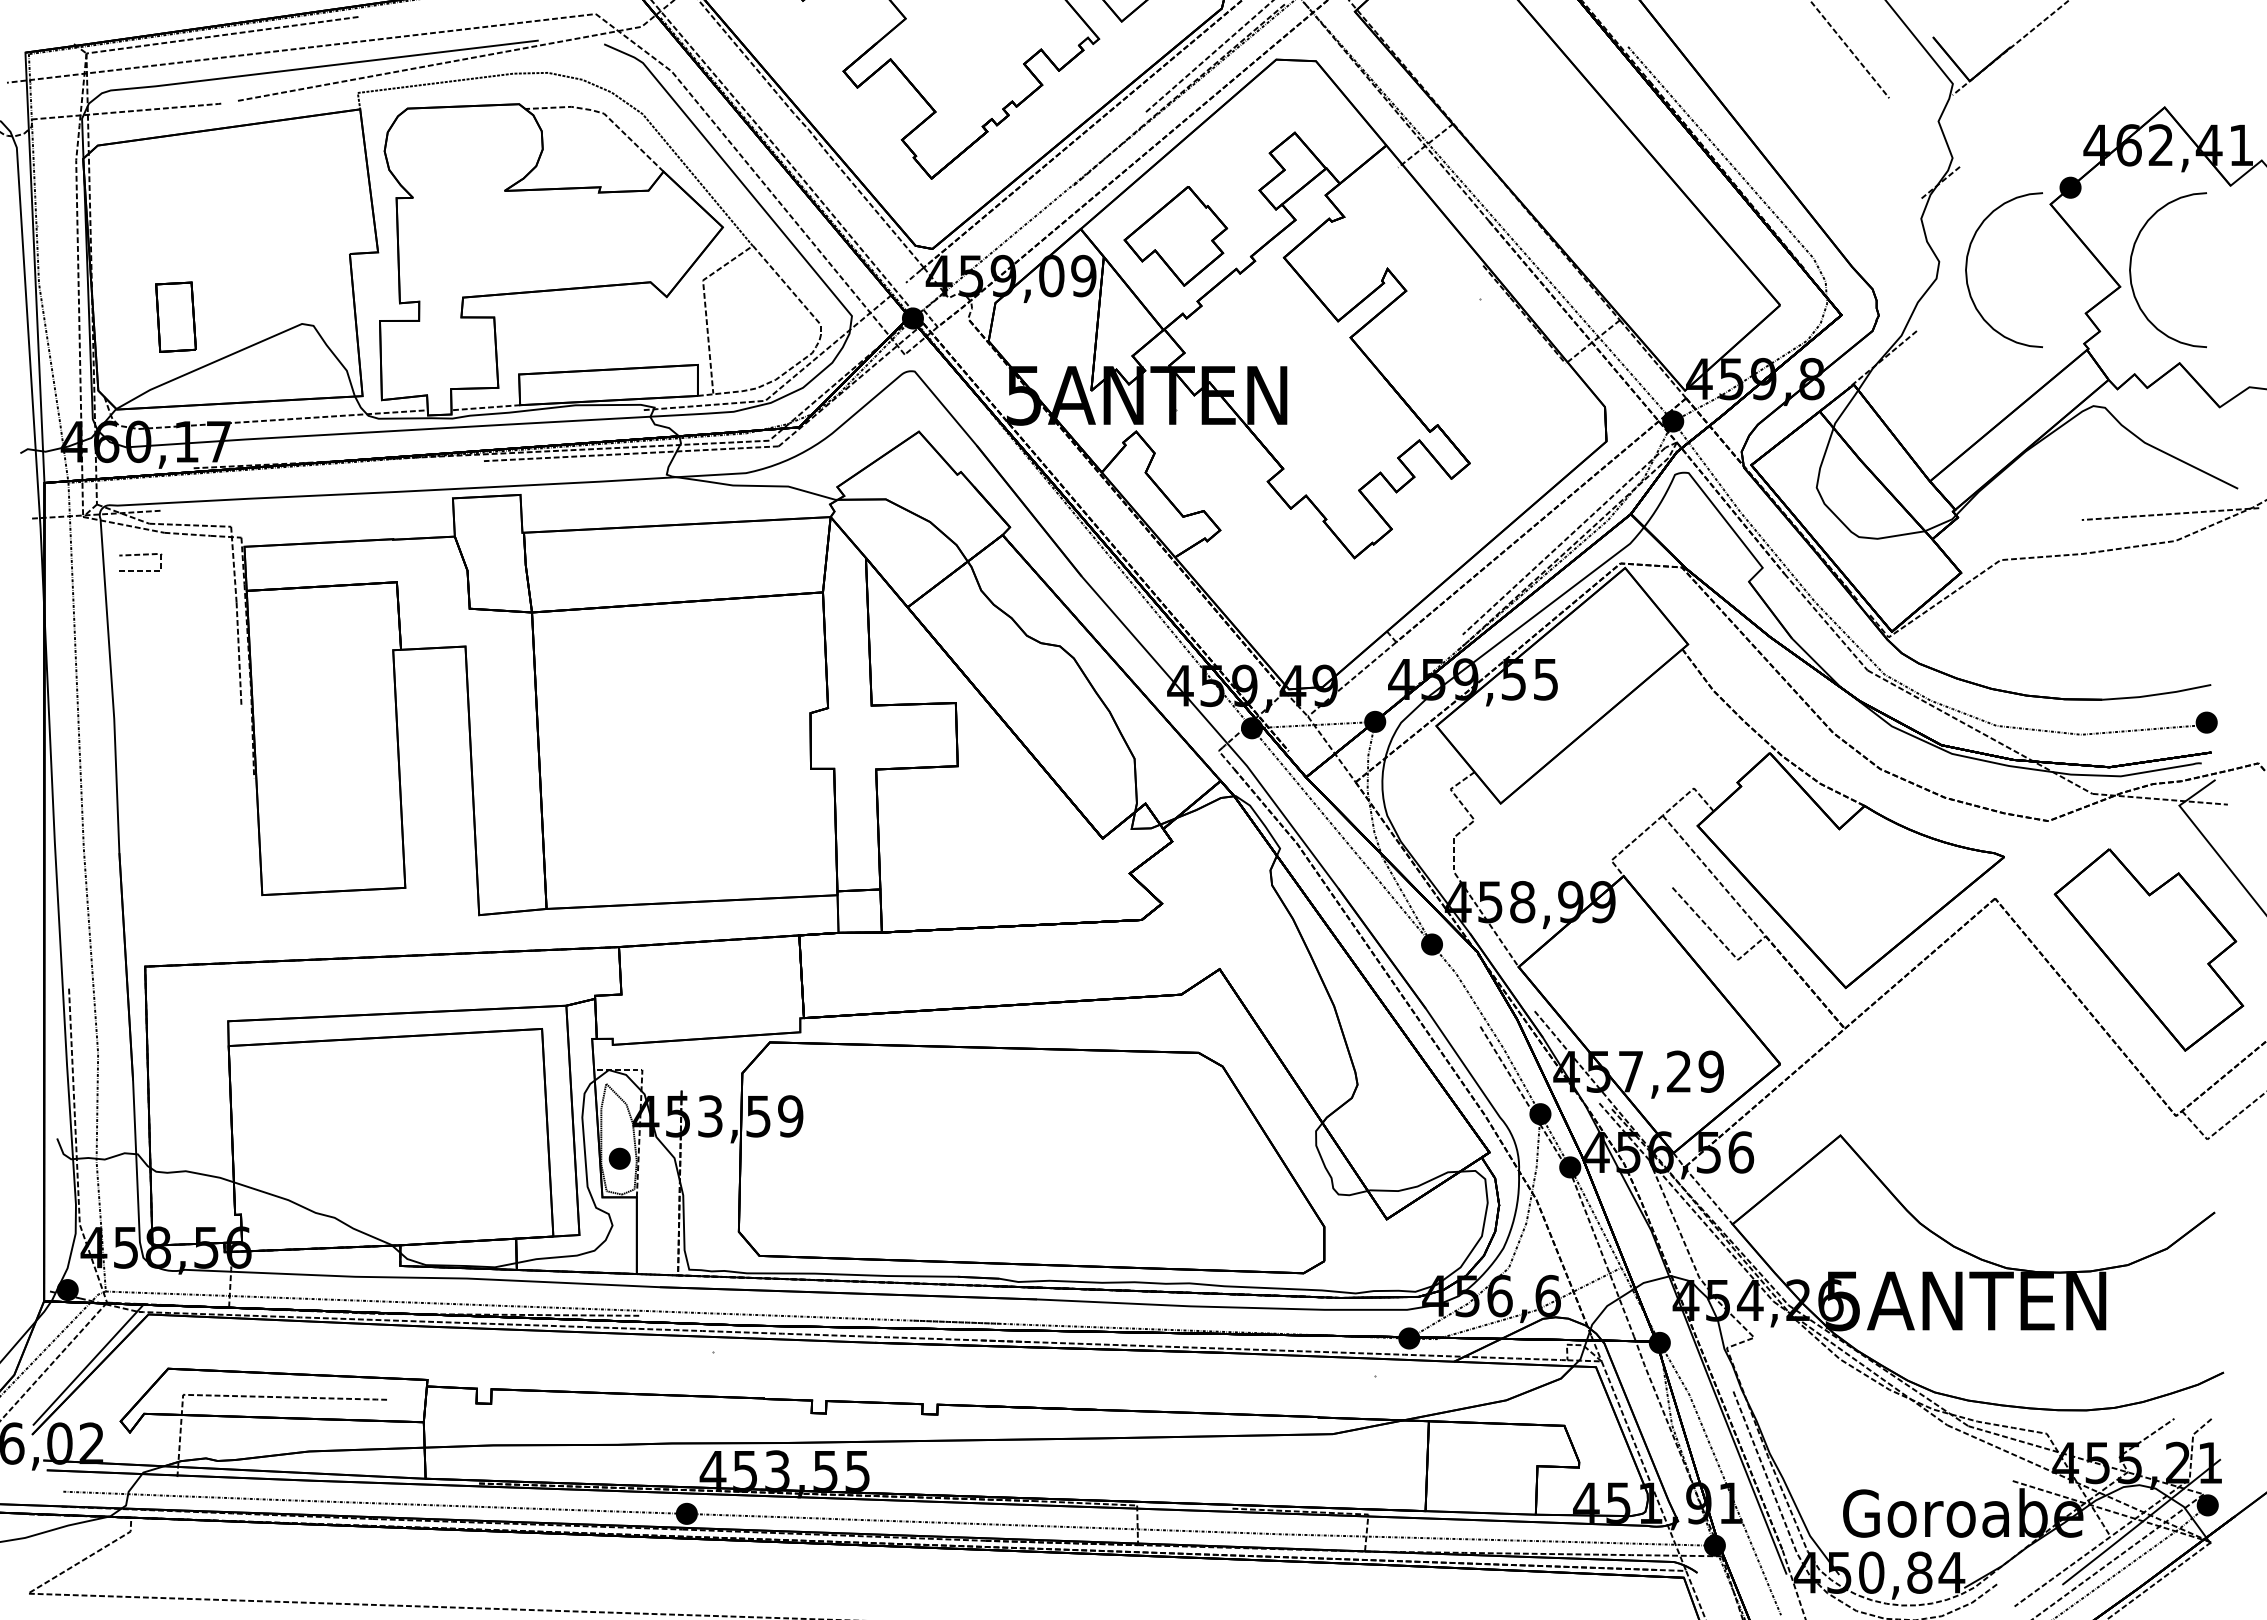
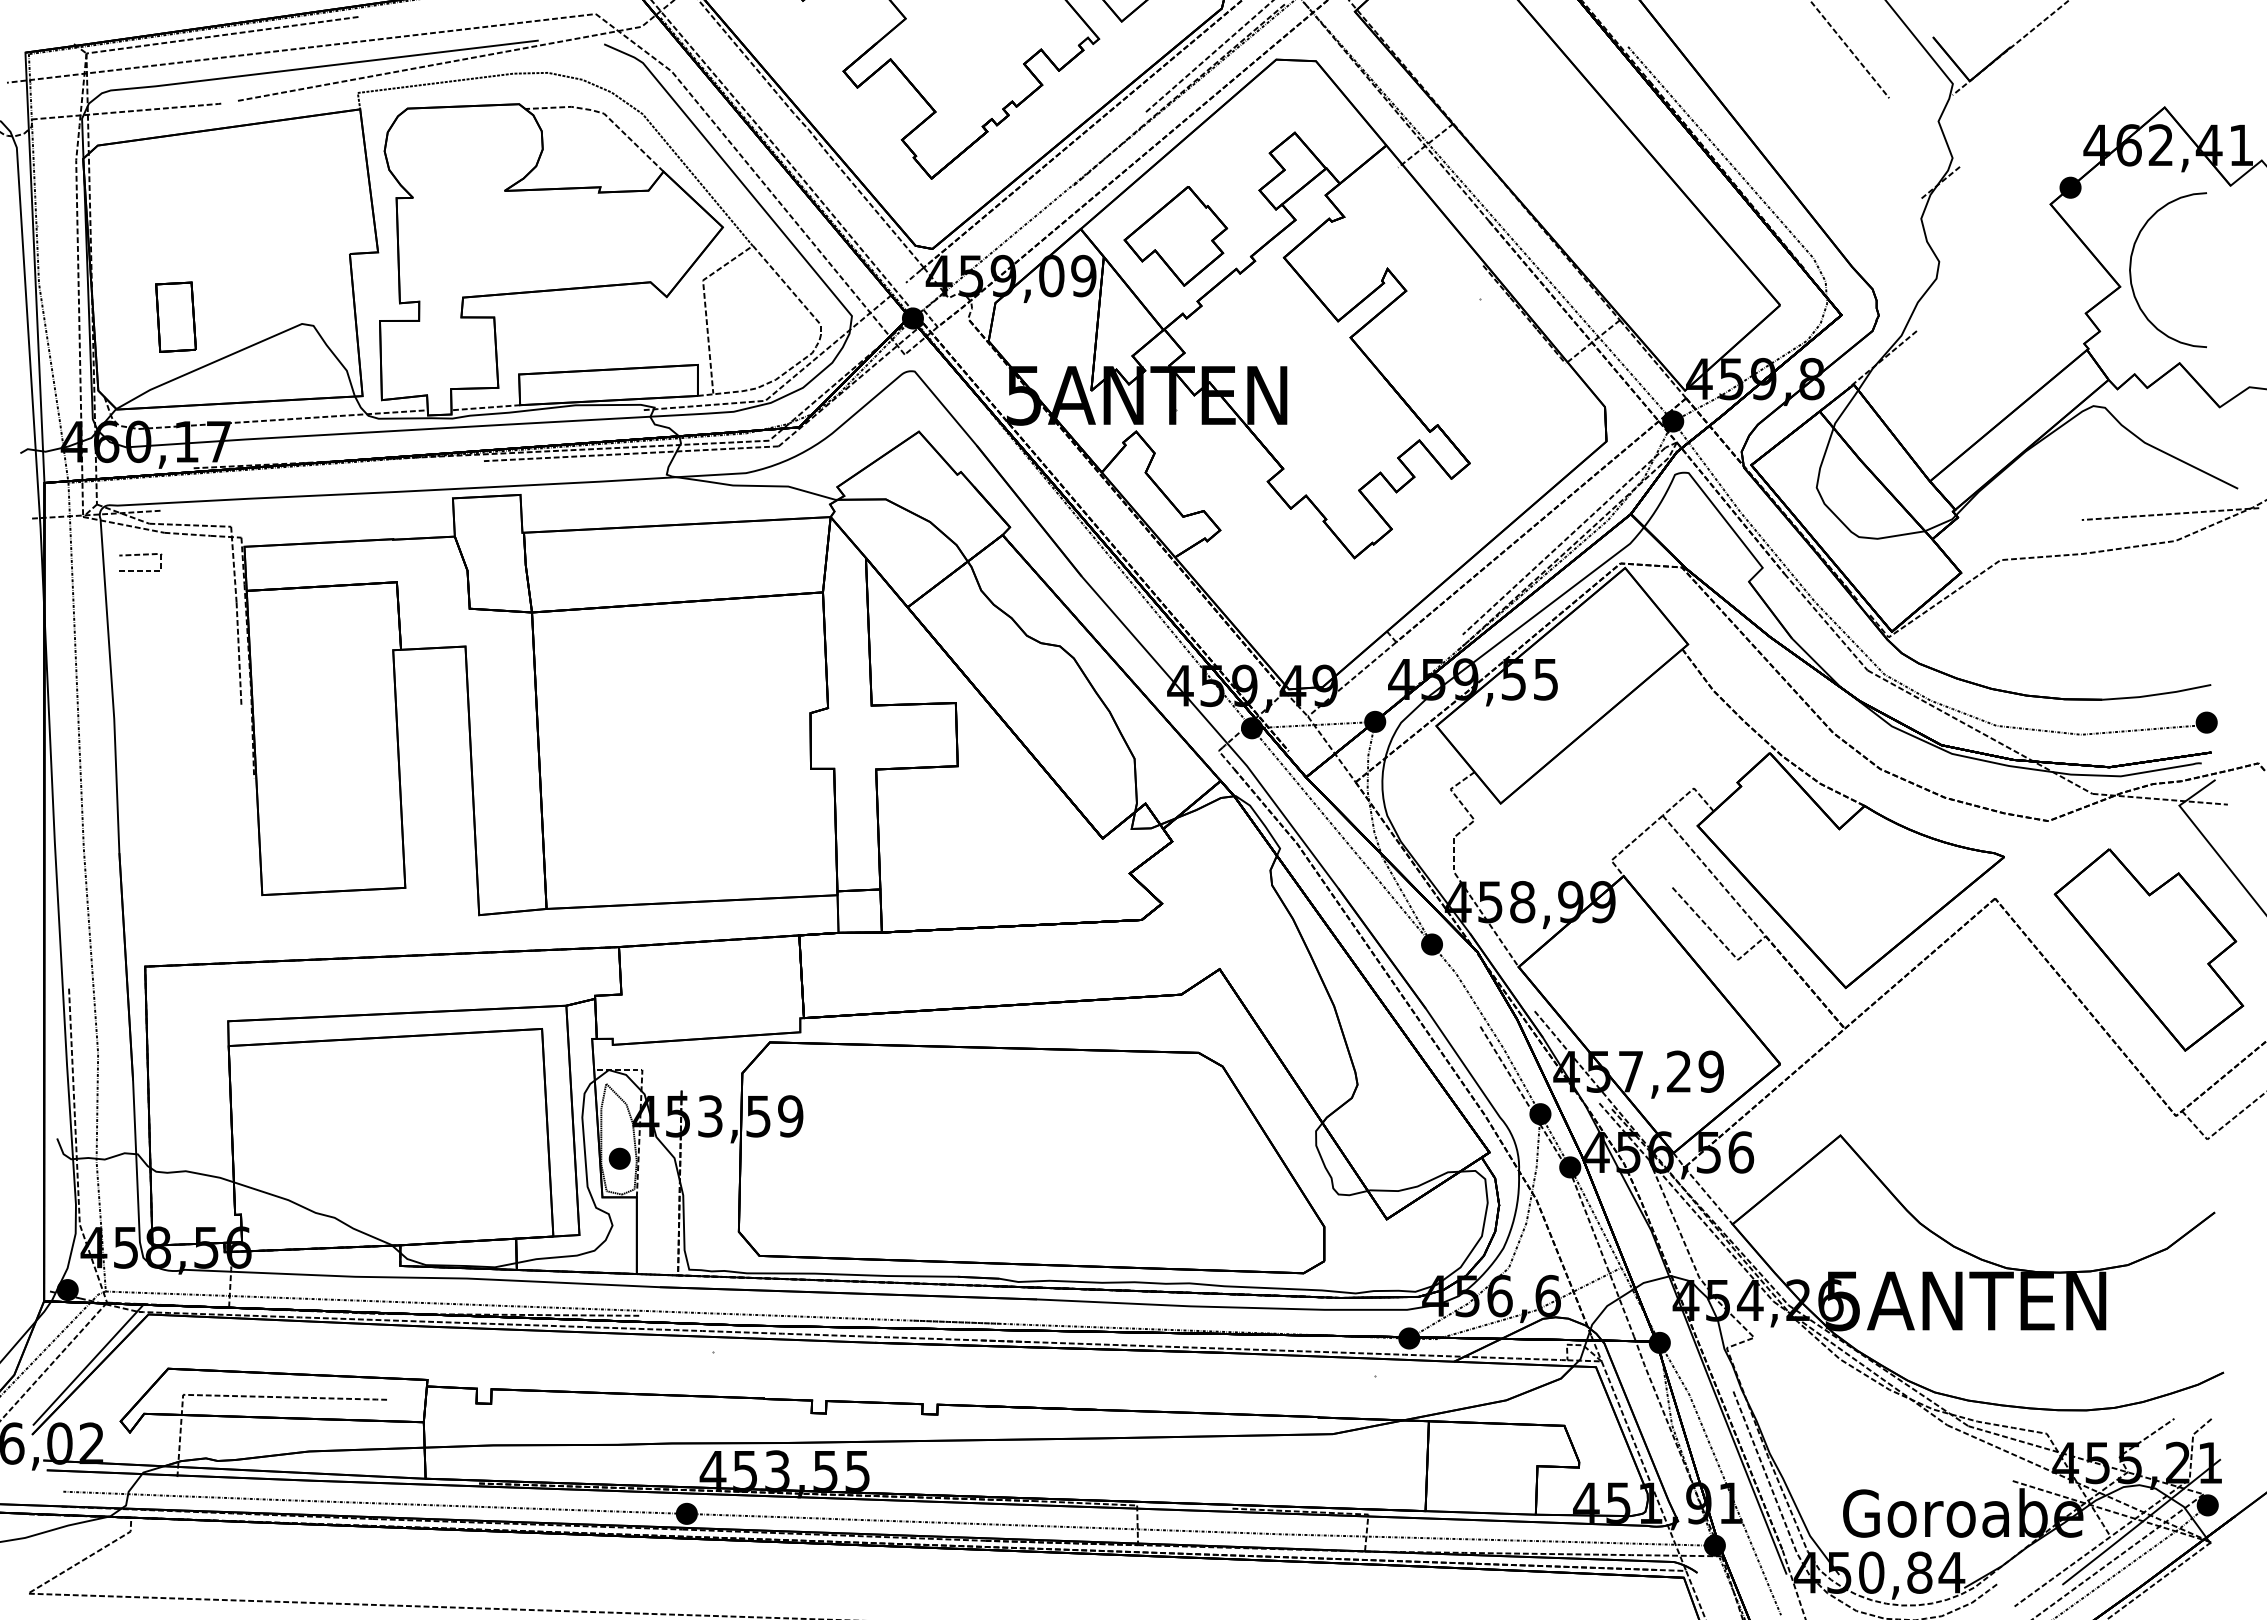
curve at (1967, 272): present -> none
